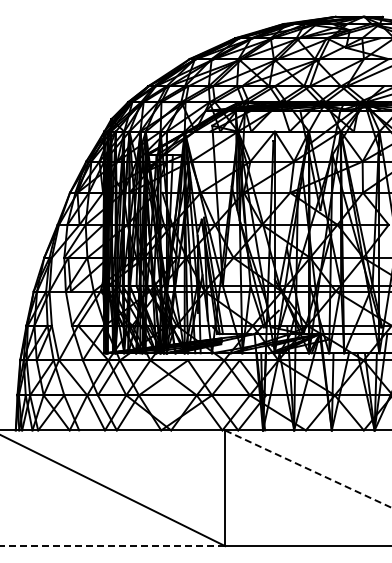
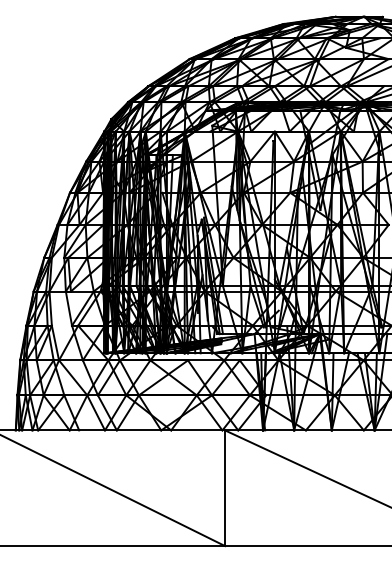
line at (308, 469): dashed -> solid
line at (112, 546): dashed -> solid
